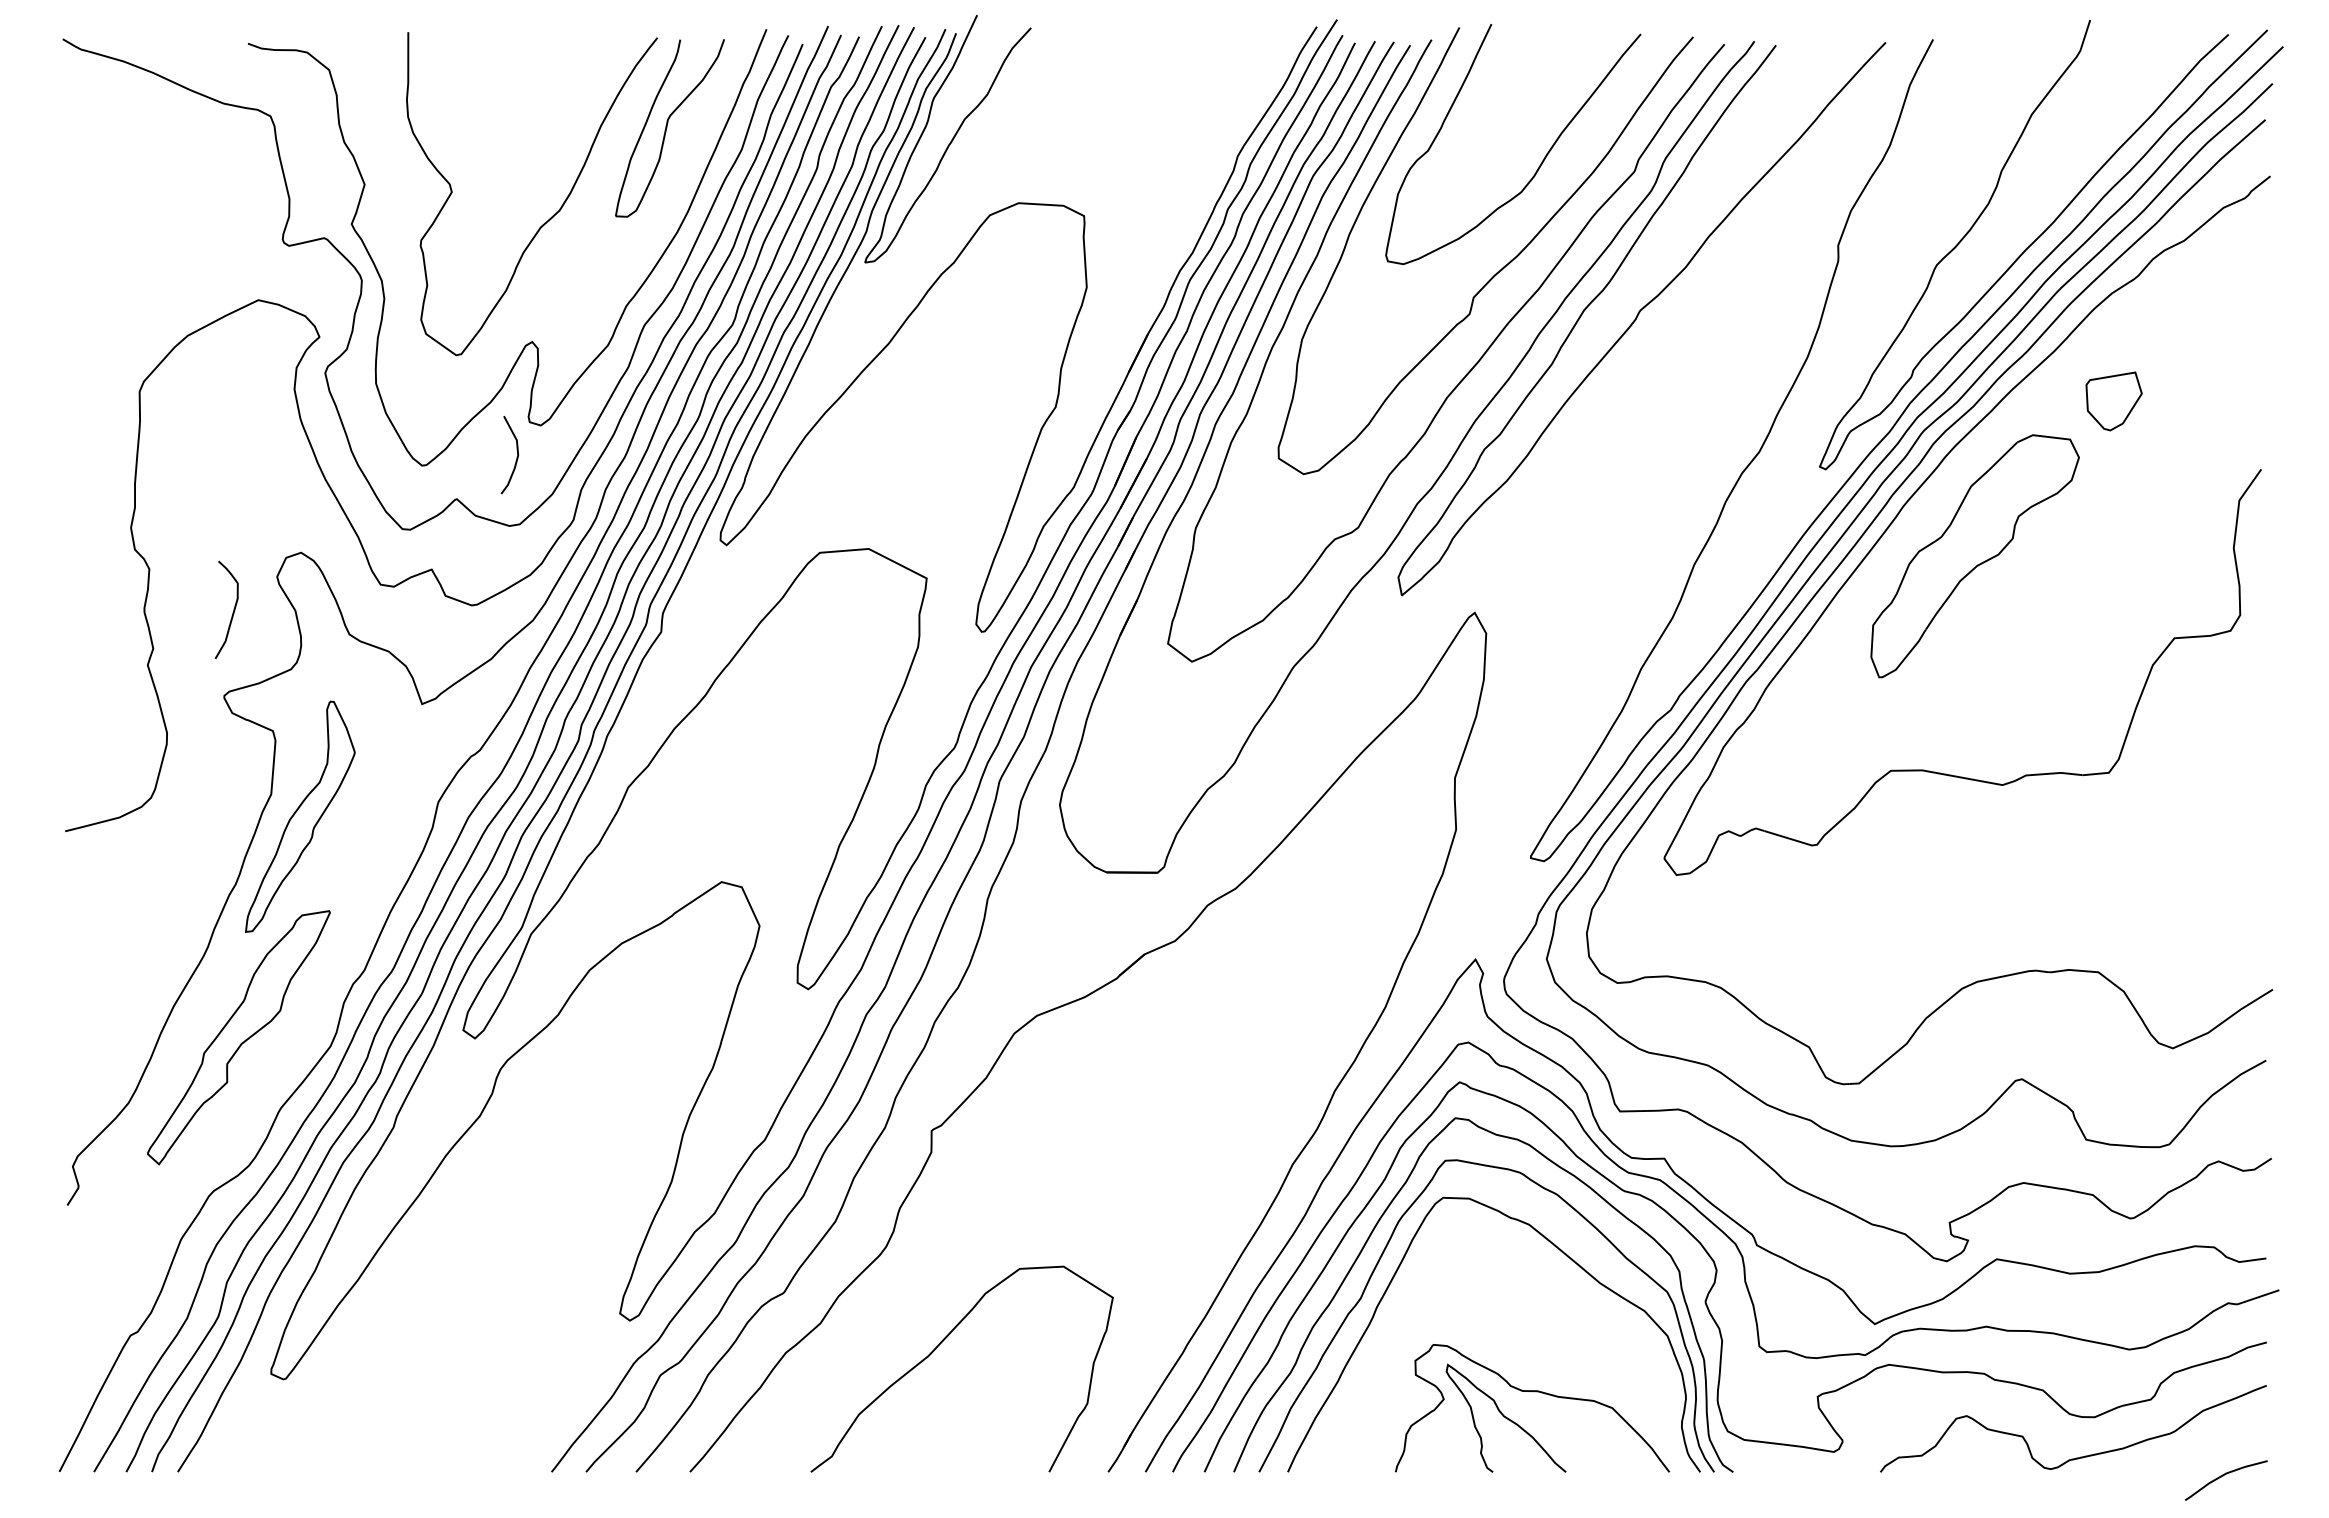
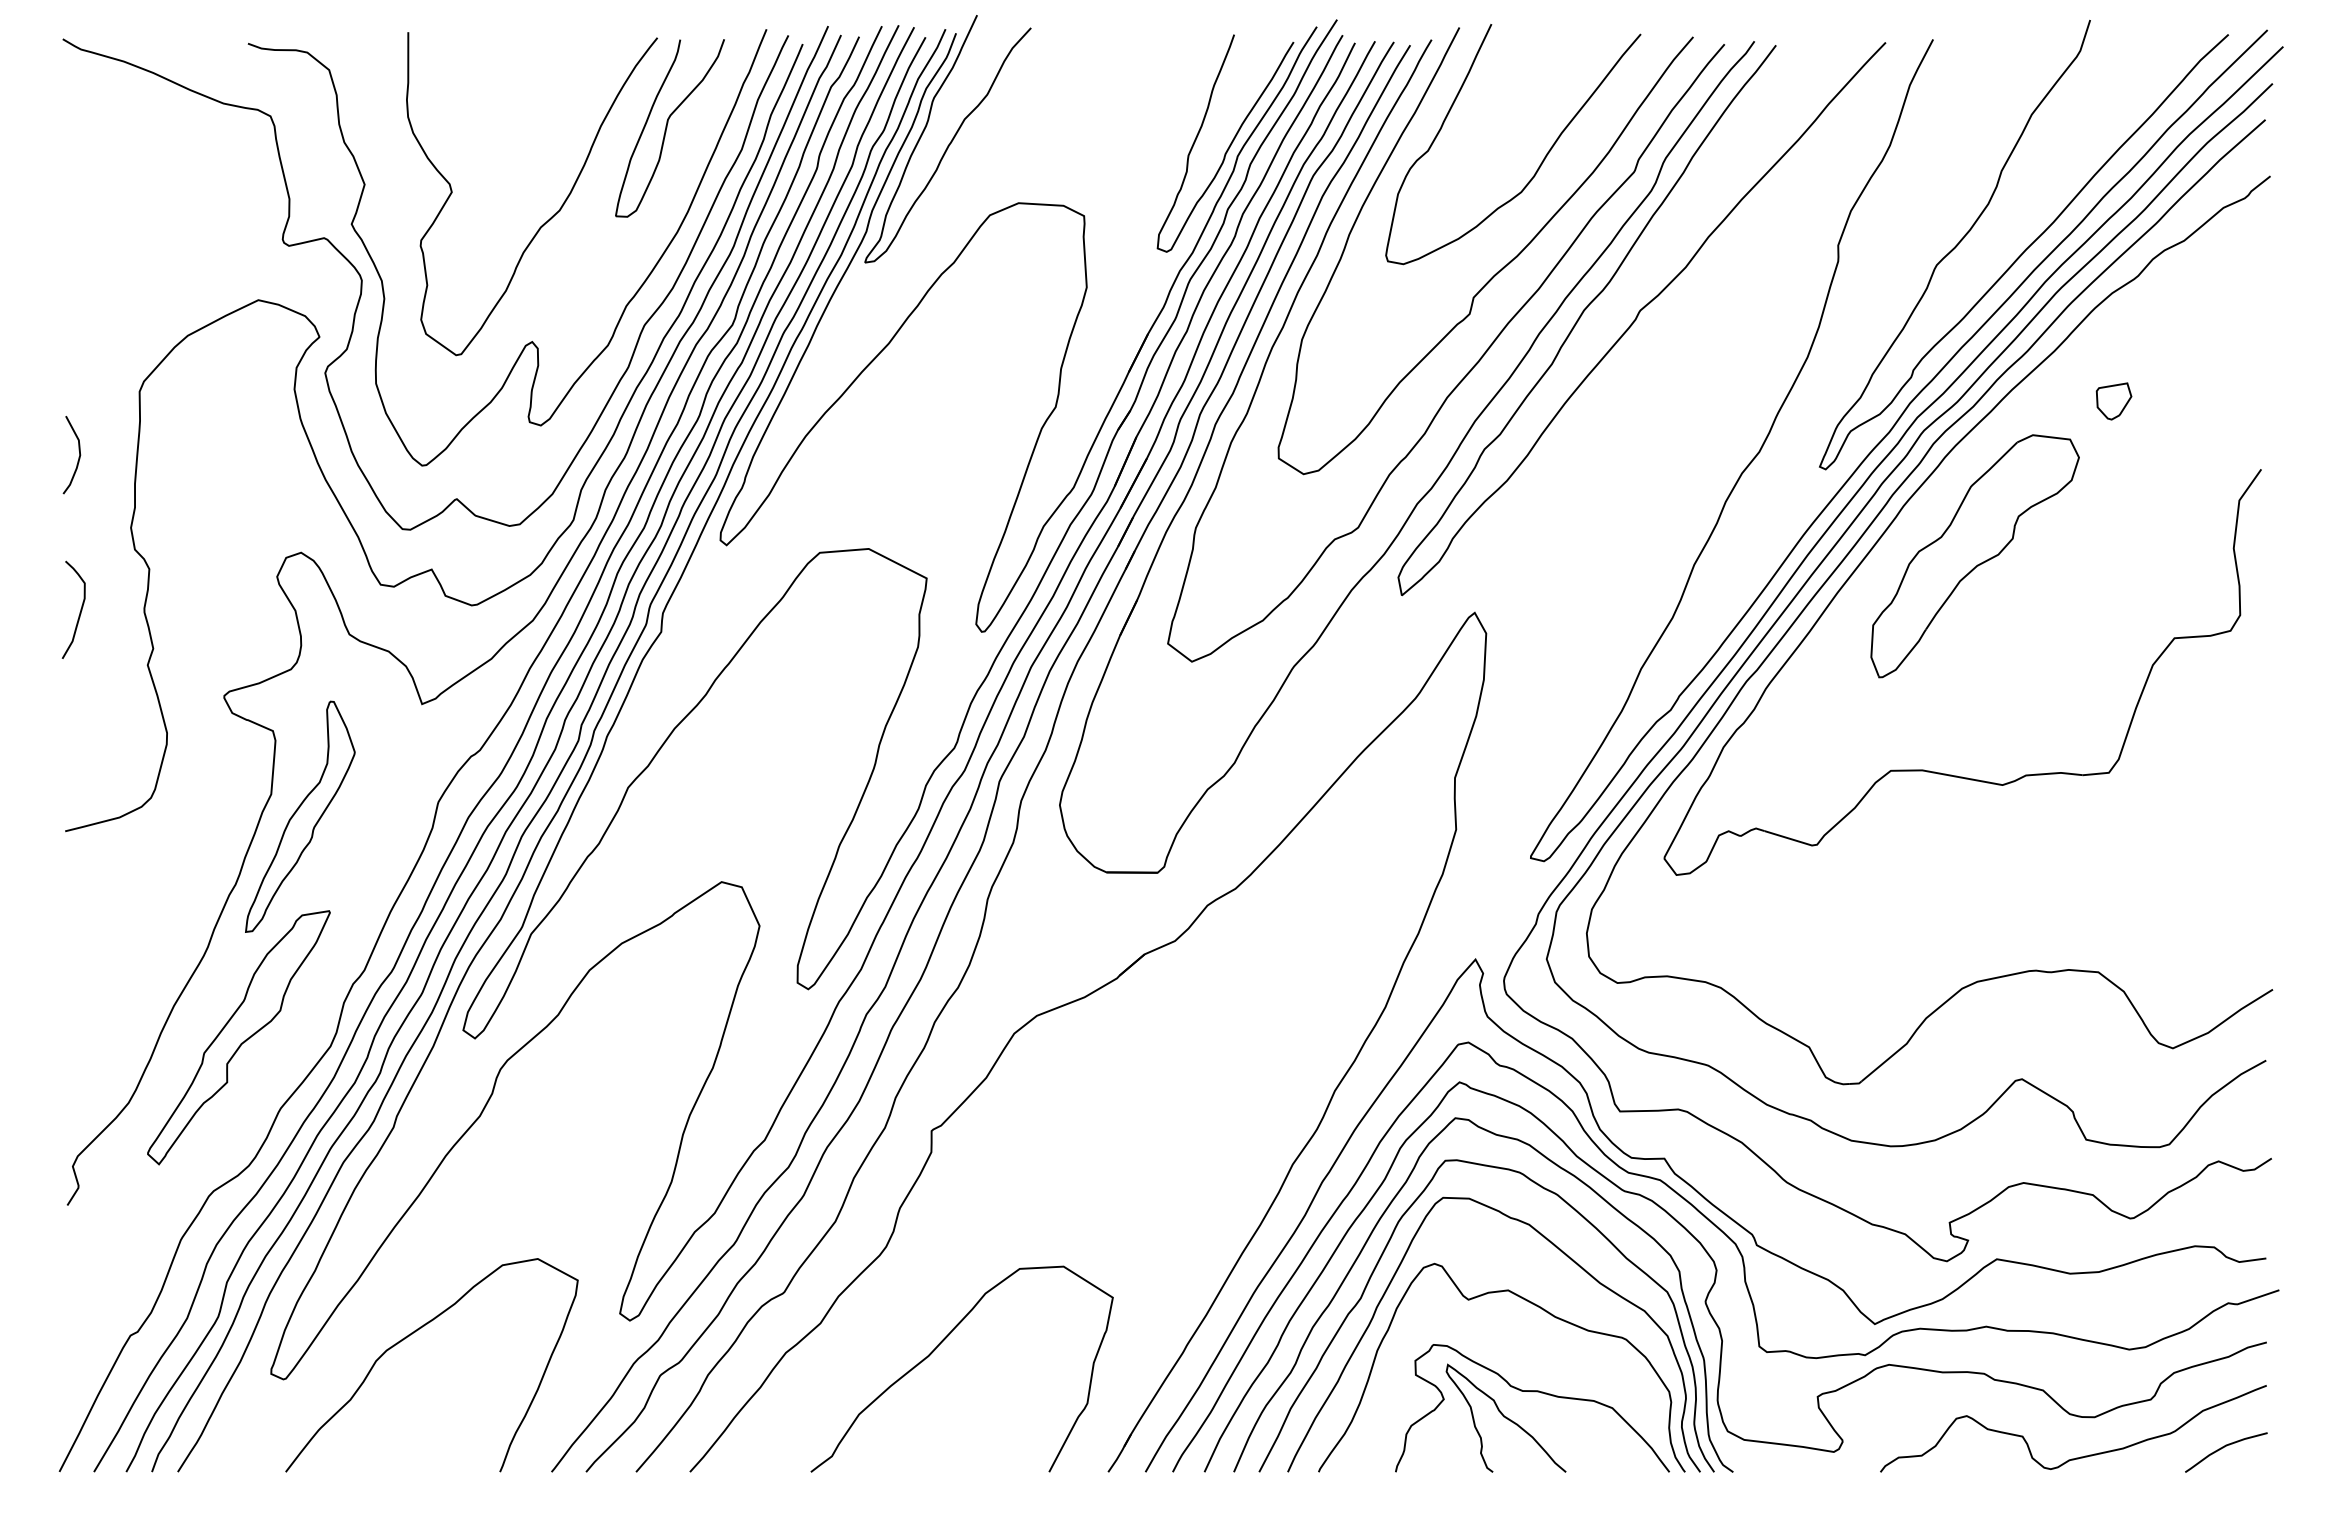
curve at (1229, 144): none -> present
part at (2113, 401) size: 58x61 px -> 38x39 px
curve at (516, 457) position: (516, 457) -> (78, 457)
curve at (232, 612) position: (232, 612) -> (79, 612)
curve at (1532, 1304): none -> present
curve at (412, 1334): none -> present
curve at (2223, 1476) position: (2223, 1476) -> (2223, 1448)
